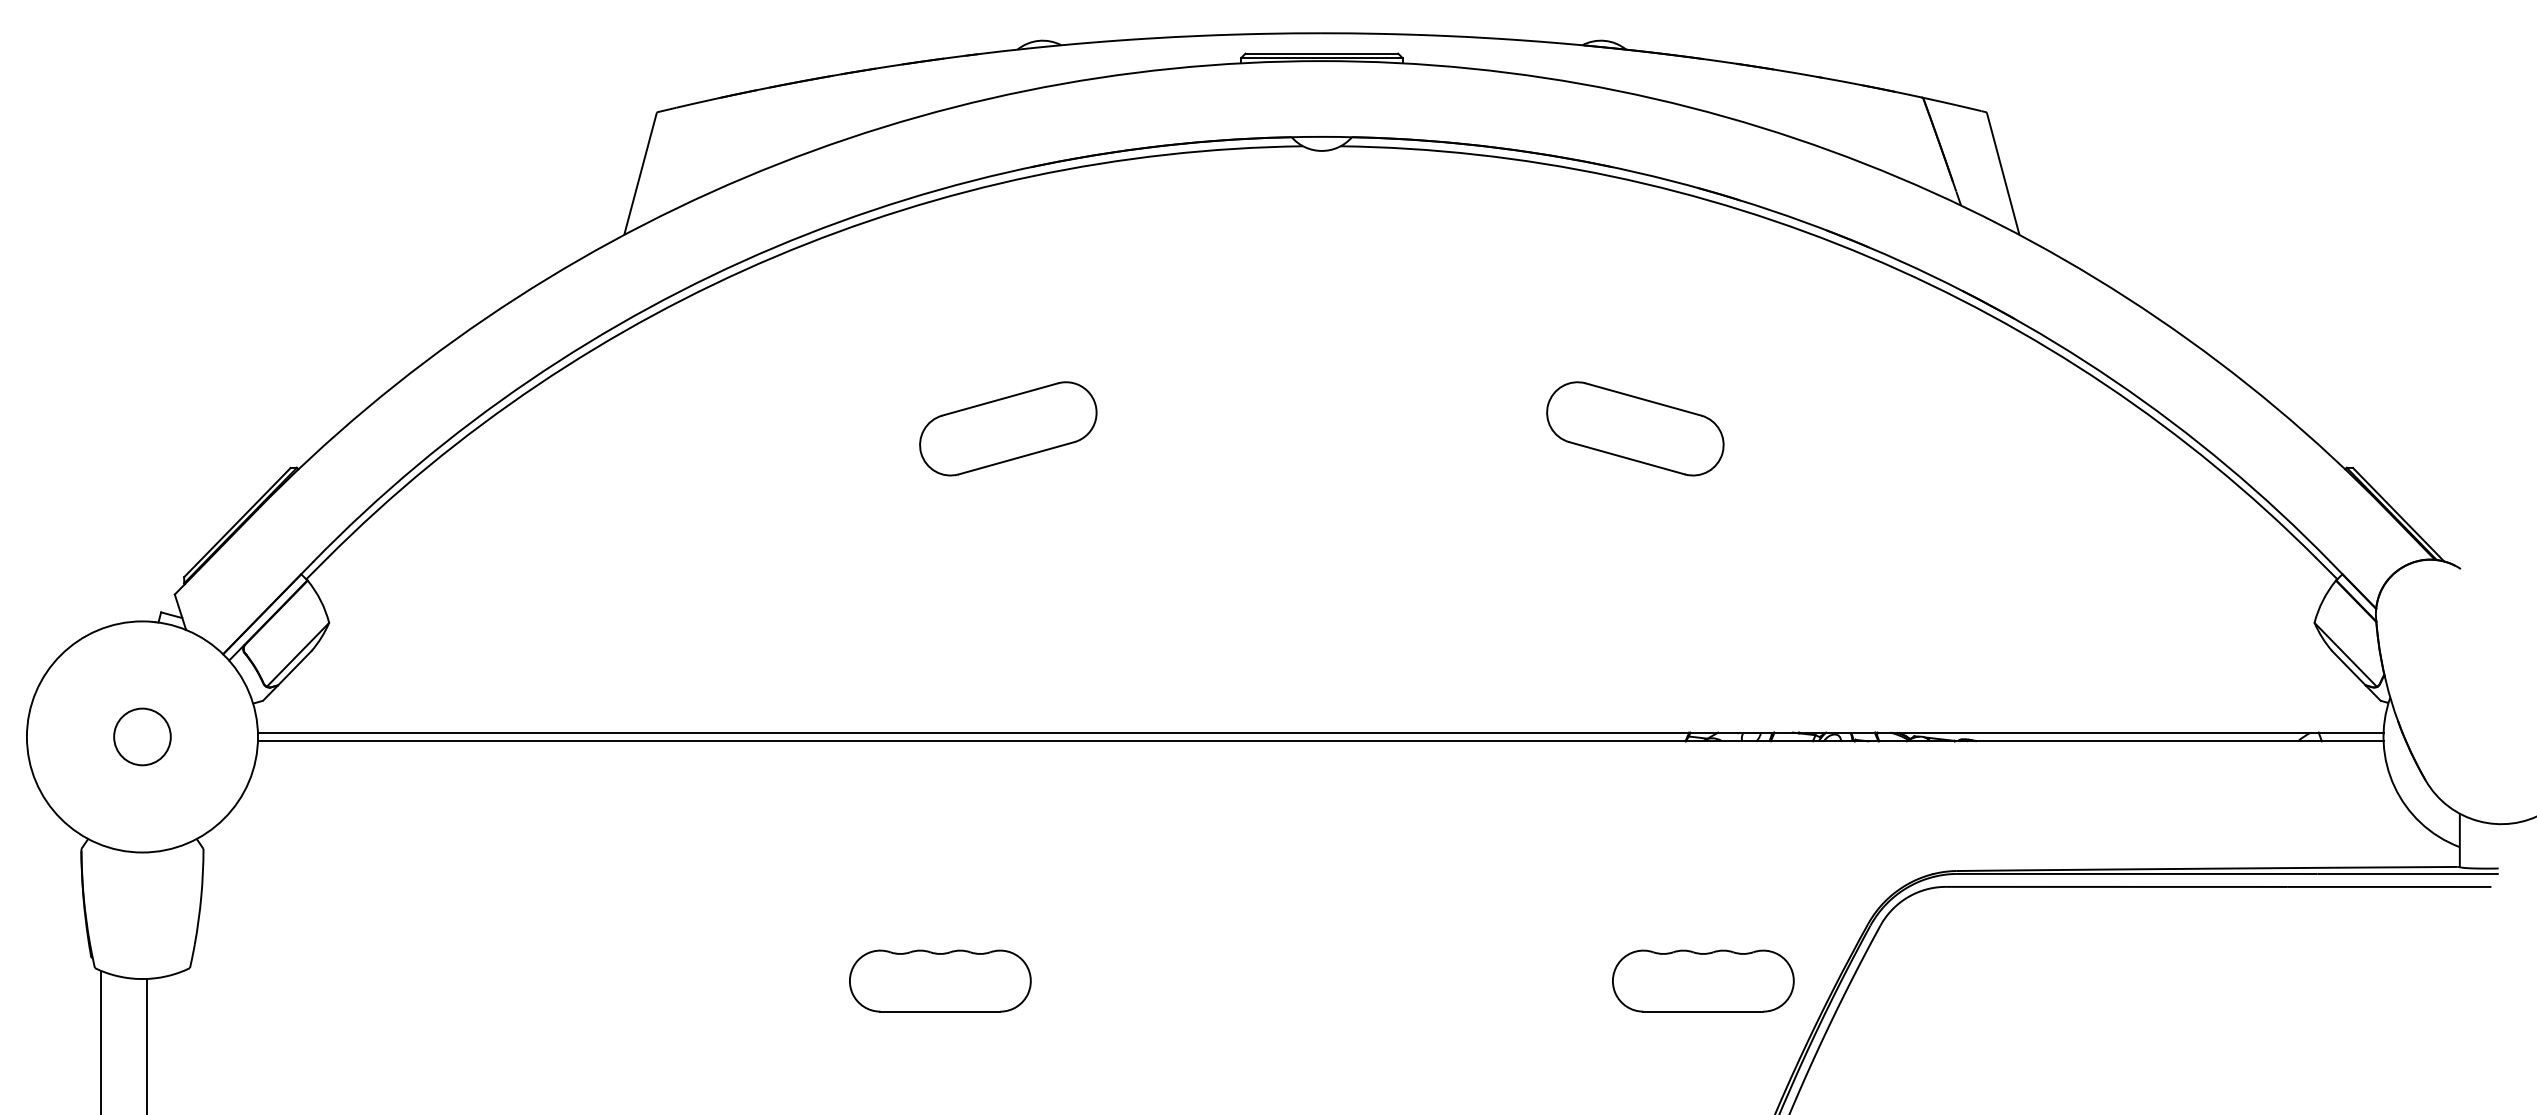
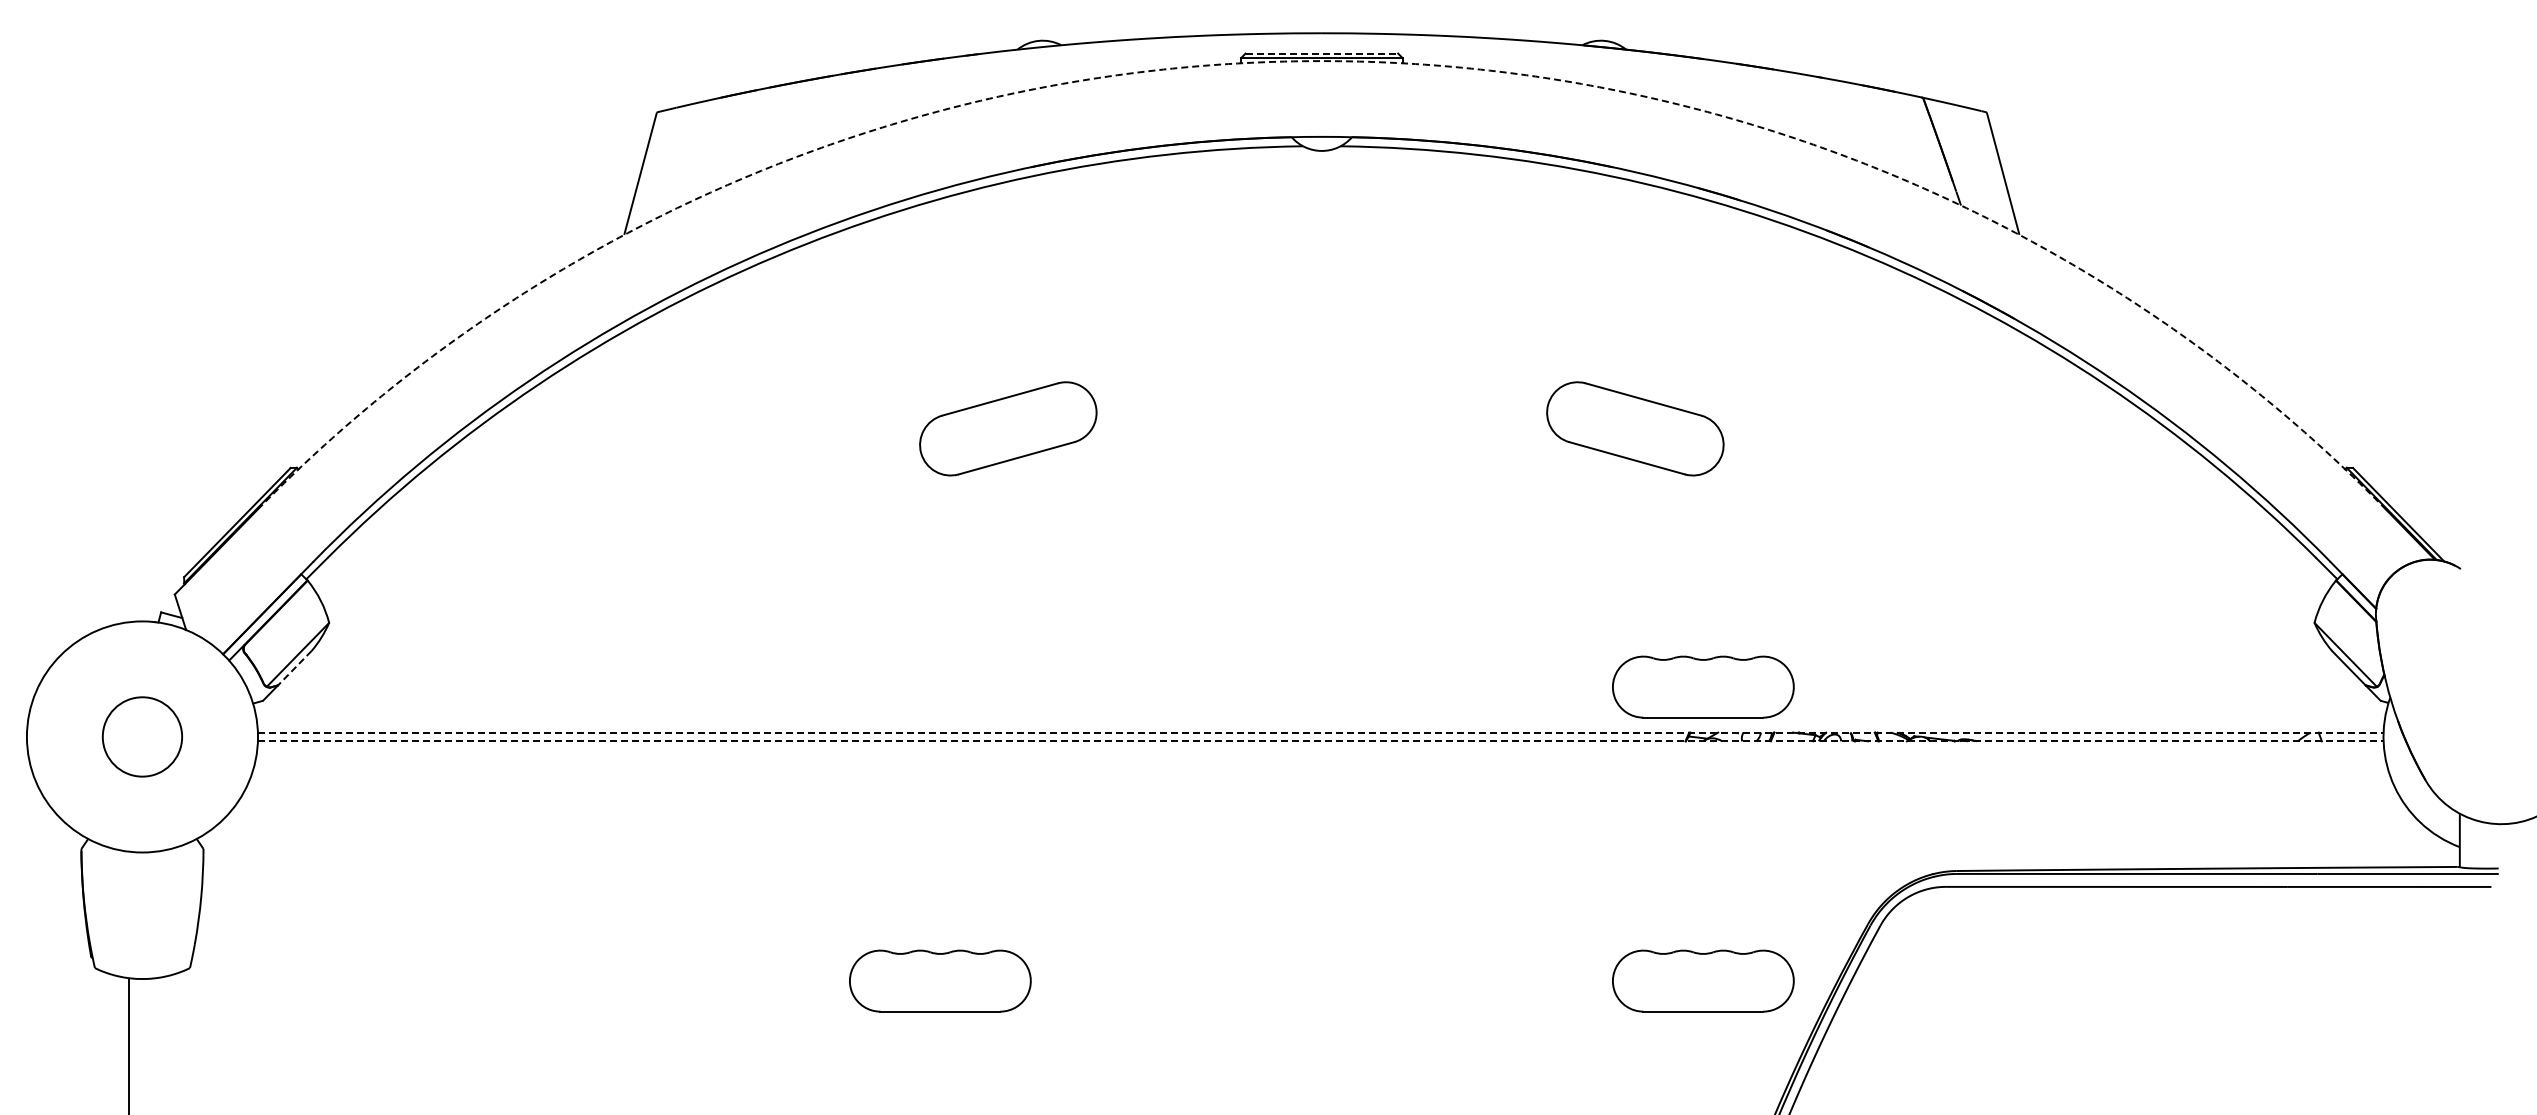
line at (1322, 53): solid -> dashed
arc at (1321, 61): solid -> dashed
line at (294, 668): solid -> dashed
part at (1703, 686): none -> present
line at (1320, 732): solid -> dashed
circle at (142, 736) diameter: 57 px -> 79 px
line at (1320, 741): solid -> dashed
line at (101, 1040): present -> none
line at (146, 1044) position: (146, 1044) -> (128, 1044)
